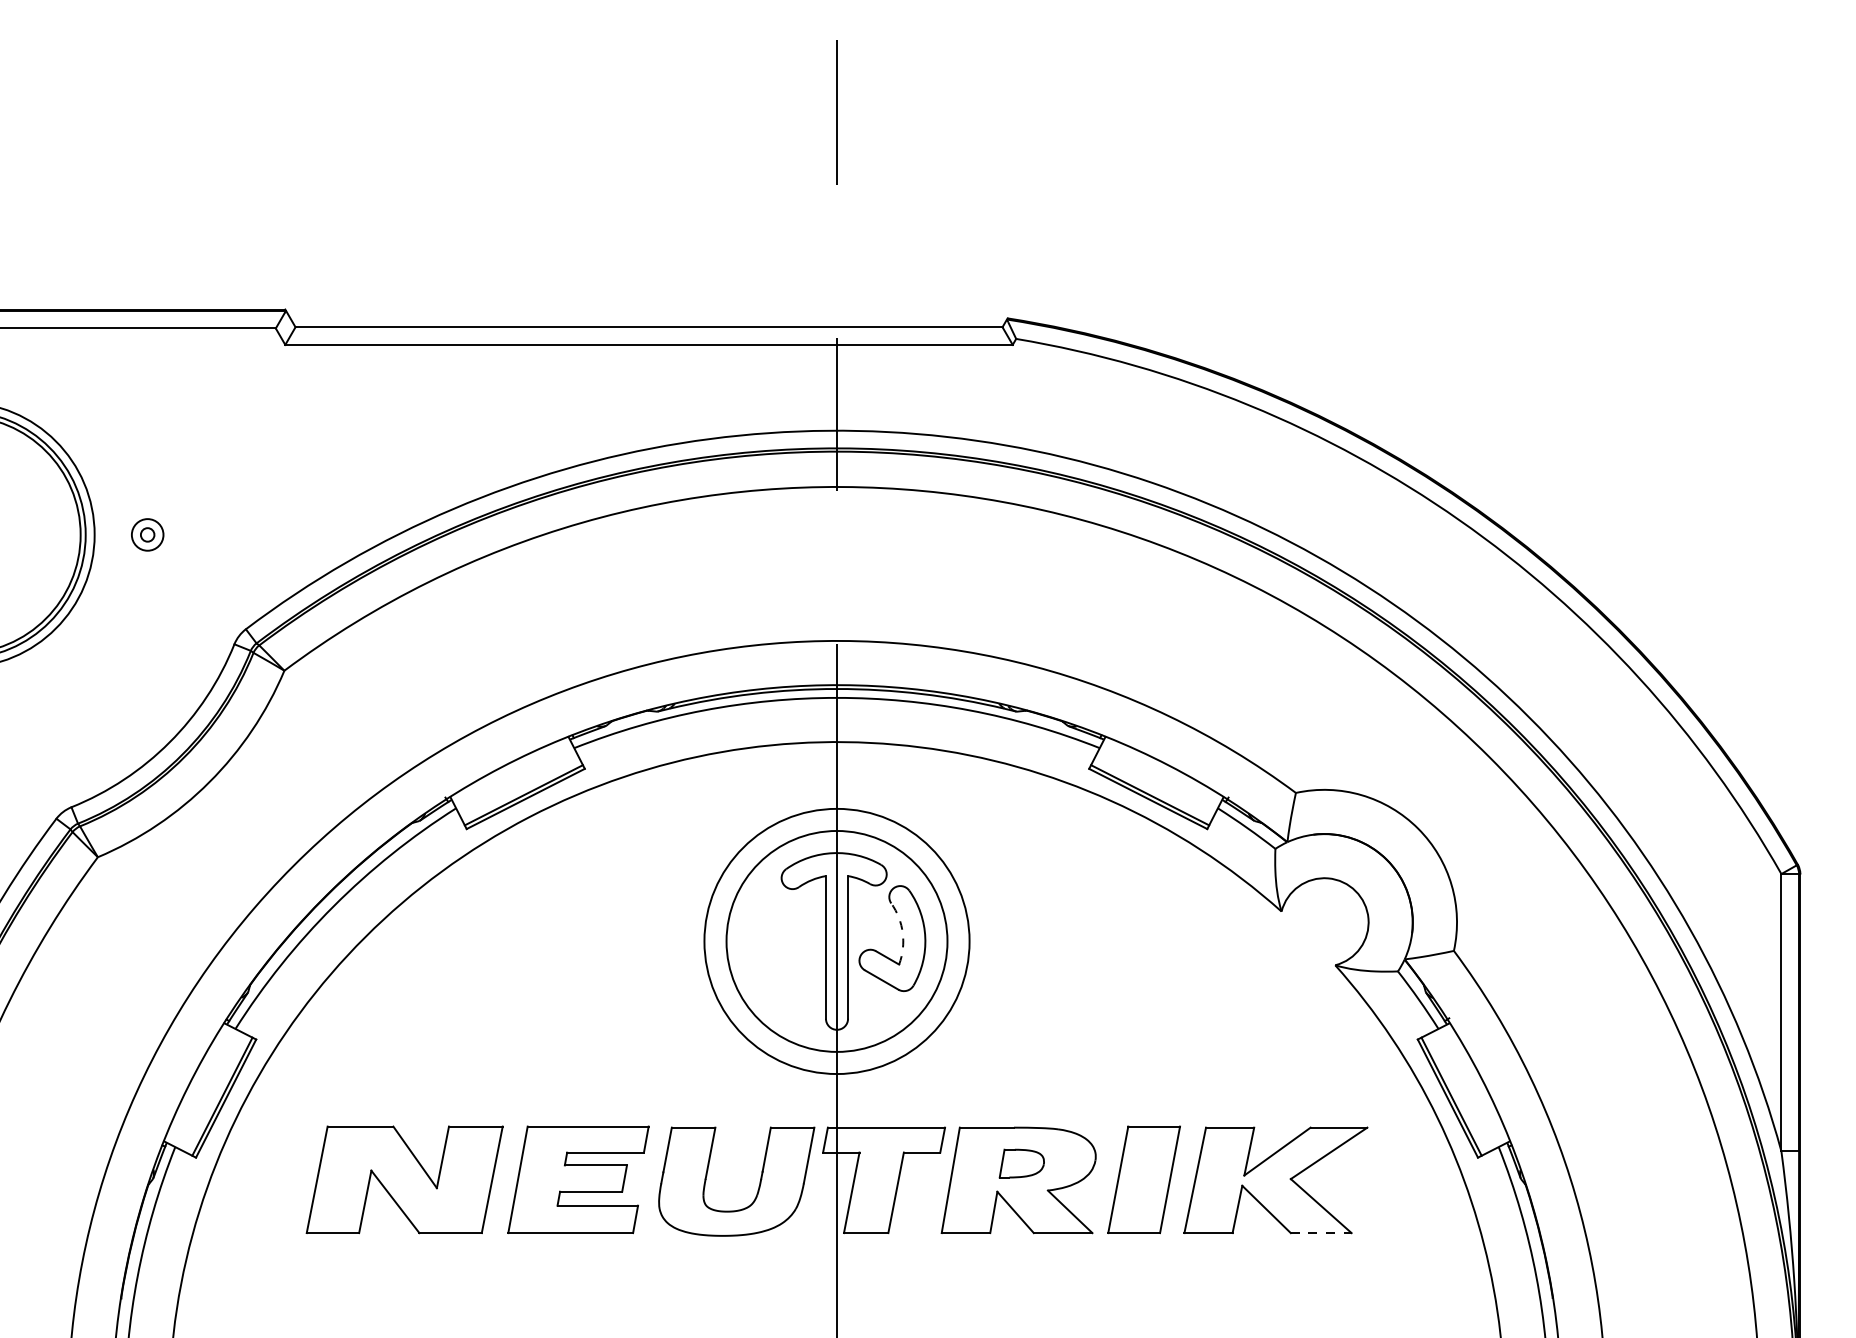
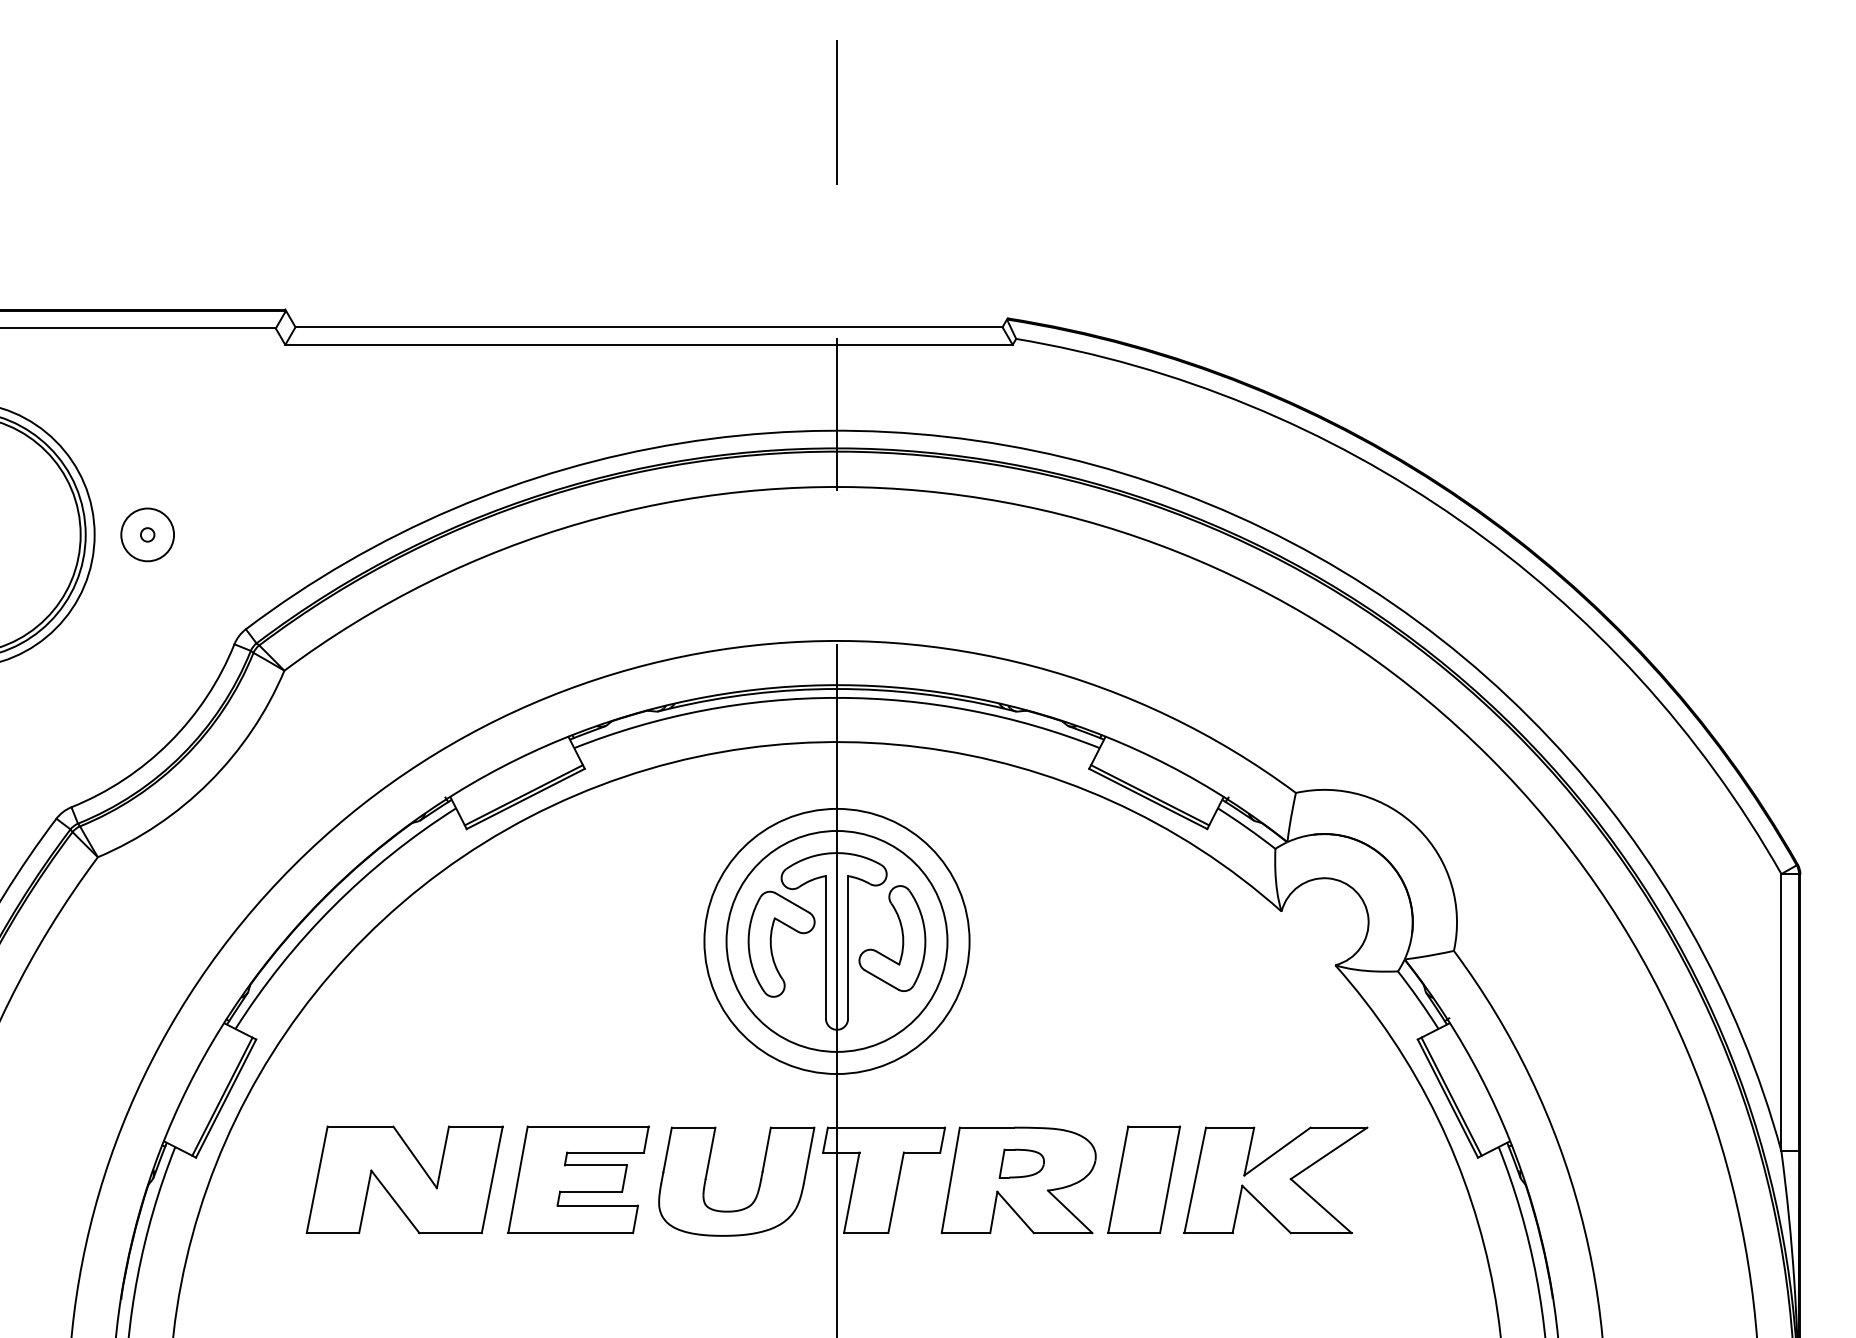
circle at (147, 534) diameter: 32 px -> 53 px
arc at (902, 933): dashed -> solid
part at (771, 943): none -> present
line at (1321, 1233): dashed -> solid
